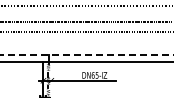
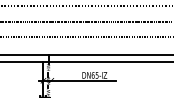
line at (86, 31) position: (86, 31) -> (86, 36)
line at (86, 55): dashed -> solid
